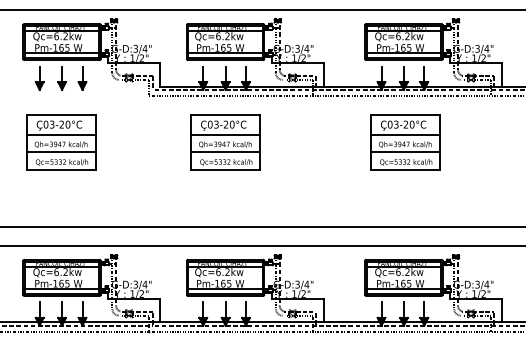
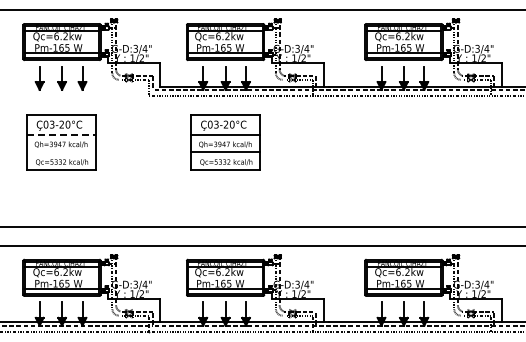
line at (61, 135): solid -> dashed
part at (405, 142): present -> none
line at (60, 152): present -> none
